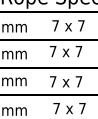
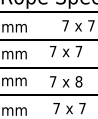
text at (68, 25) position: (68, 25) -> (78, 25)
text at (78, 81): 7 -> 8
